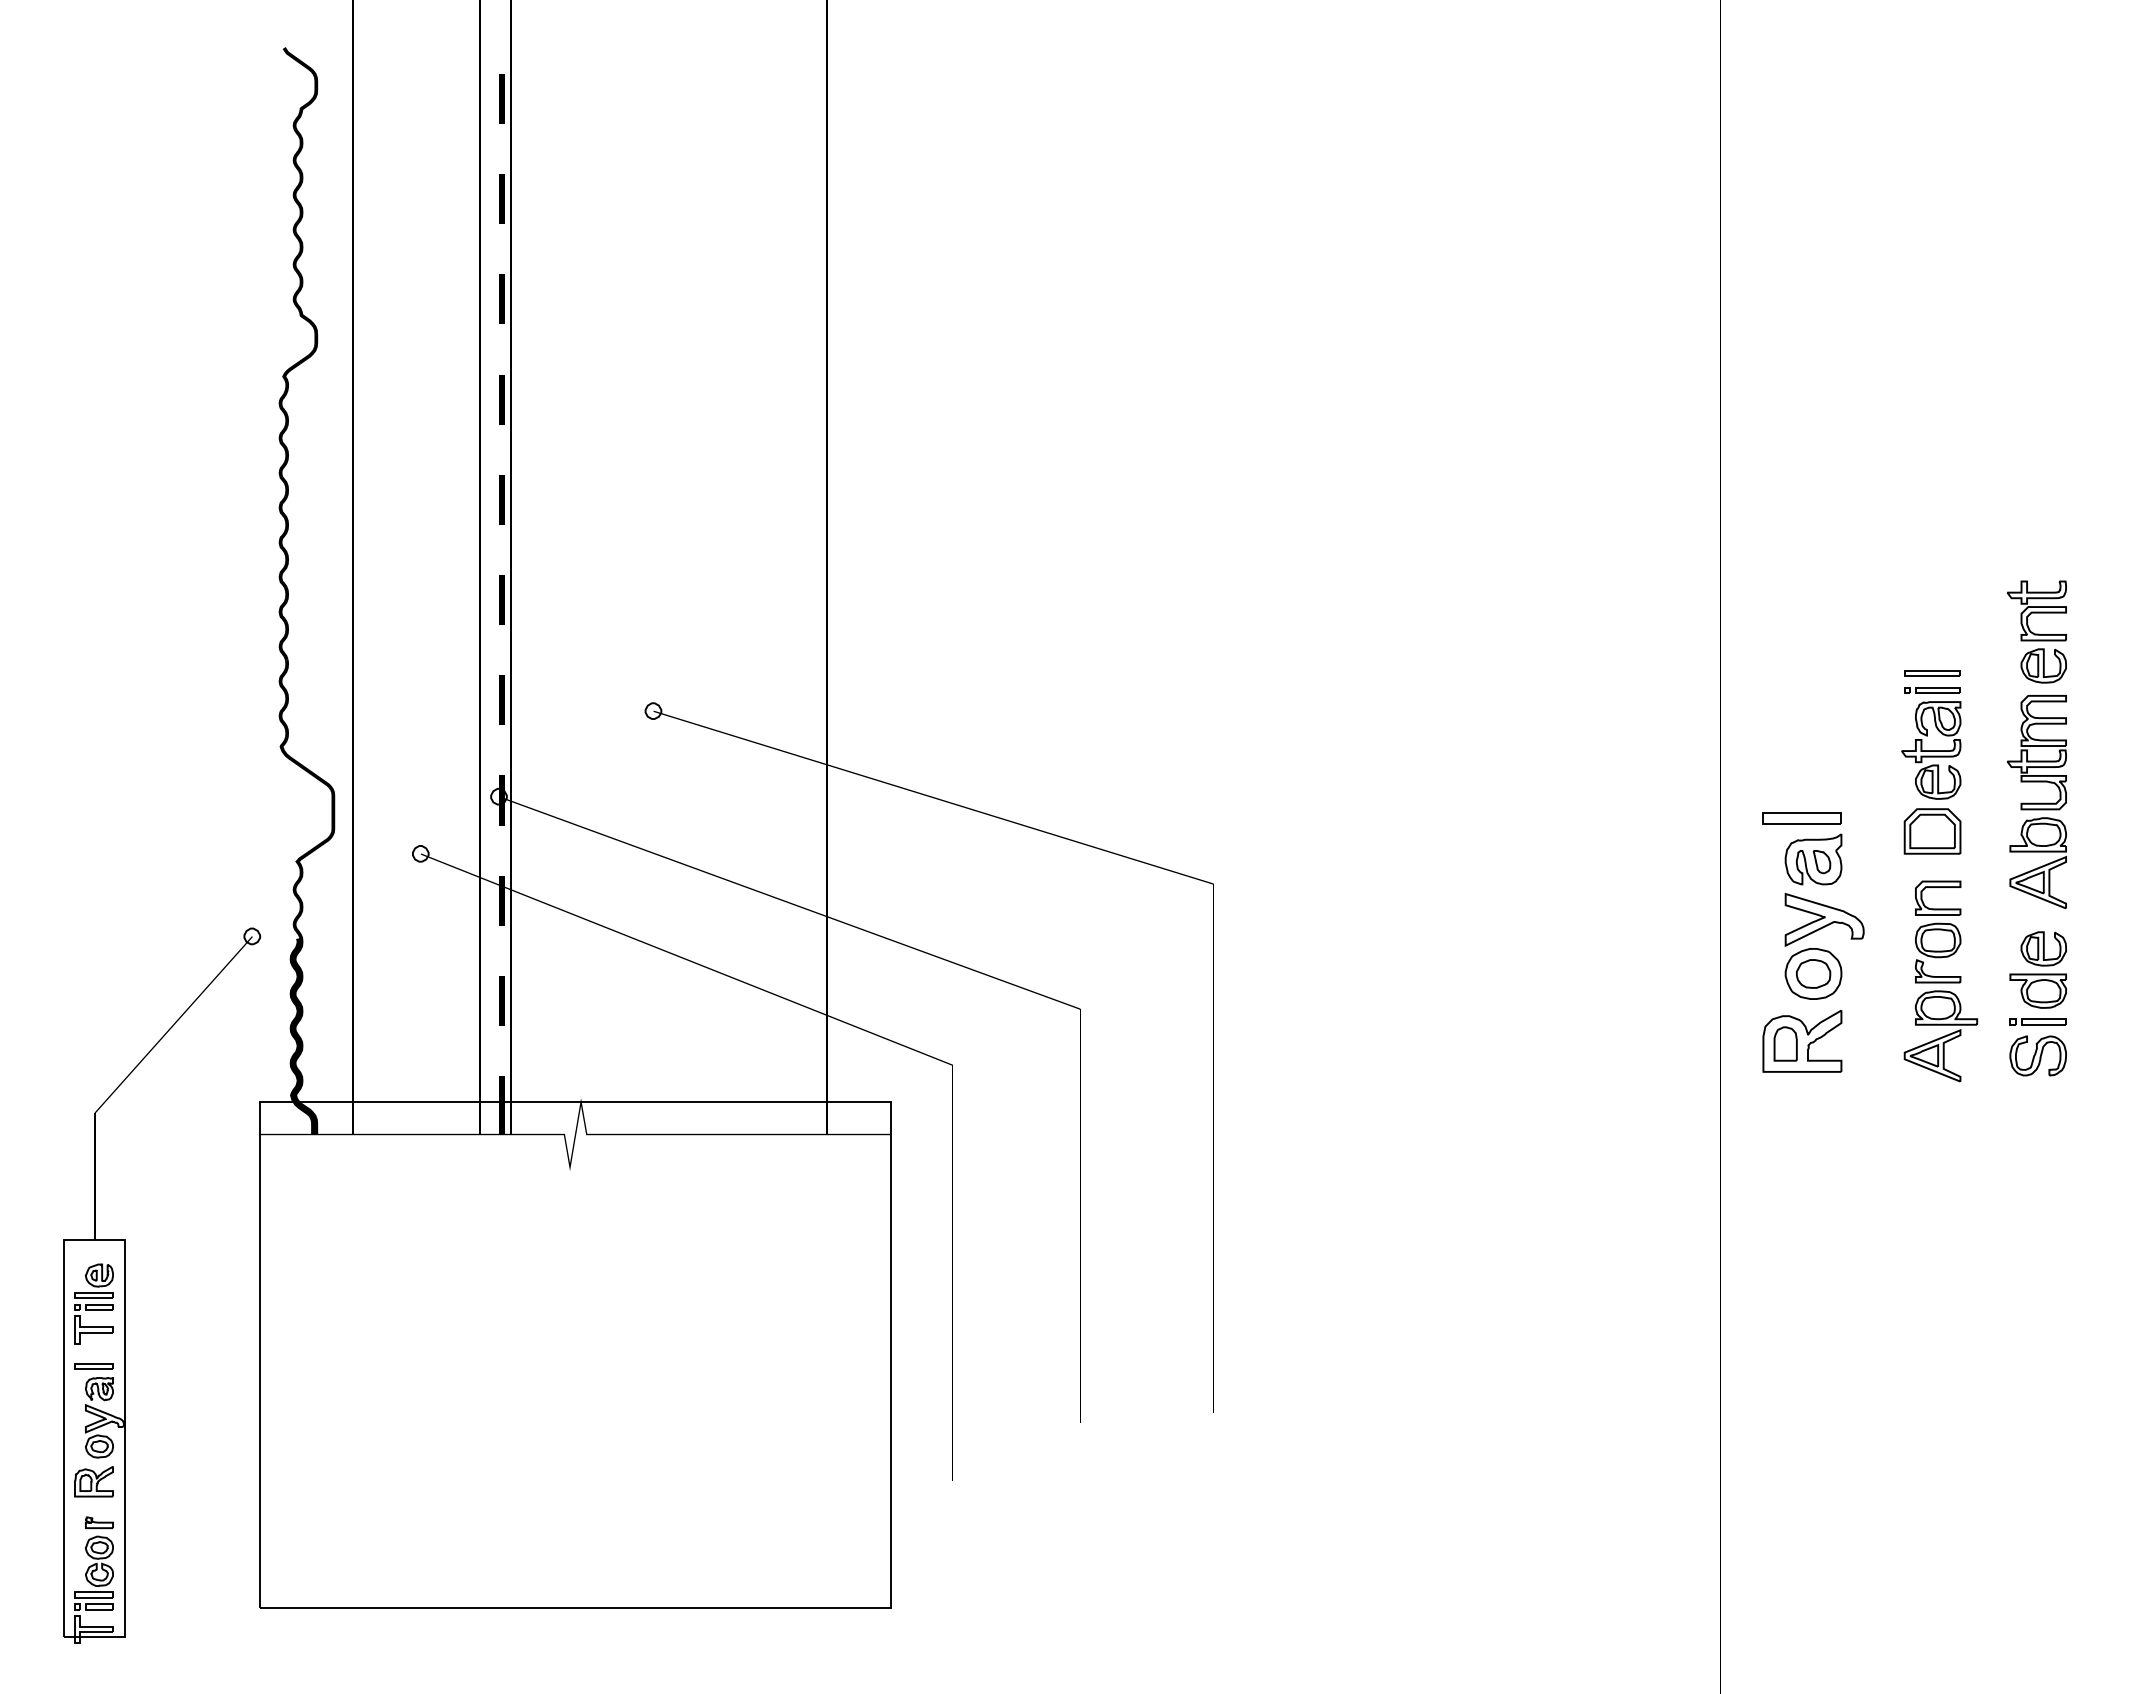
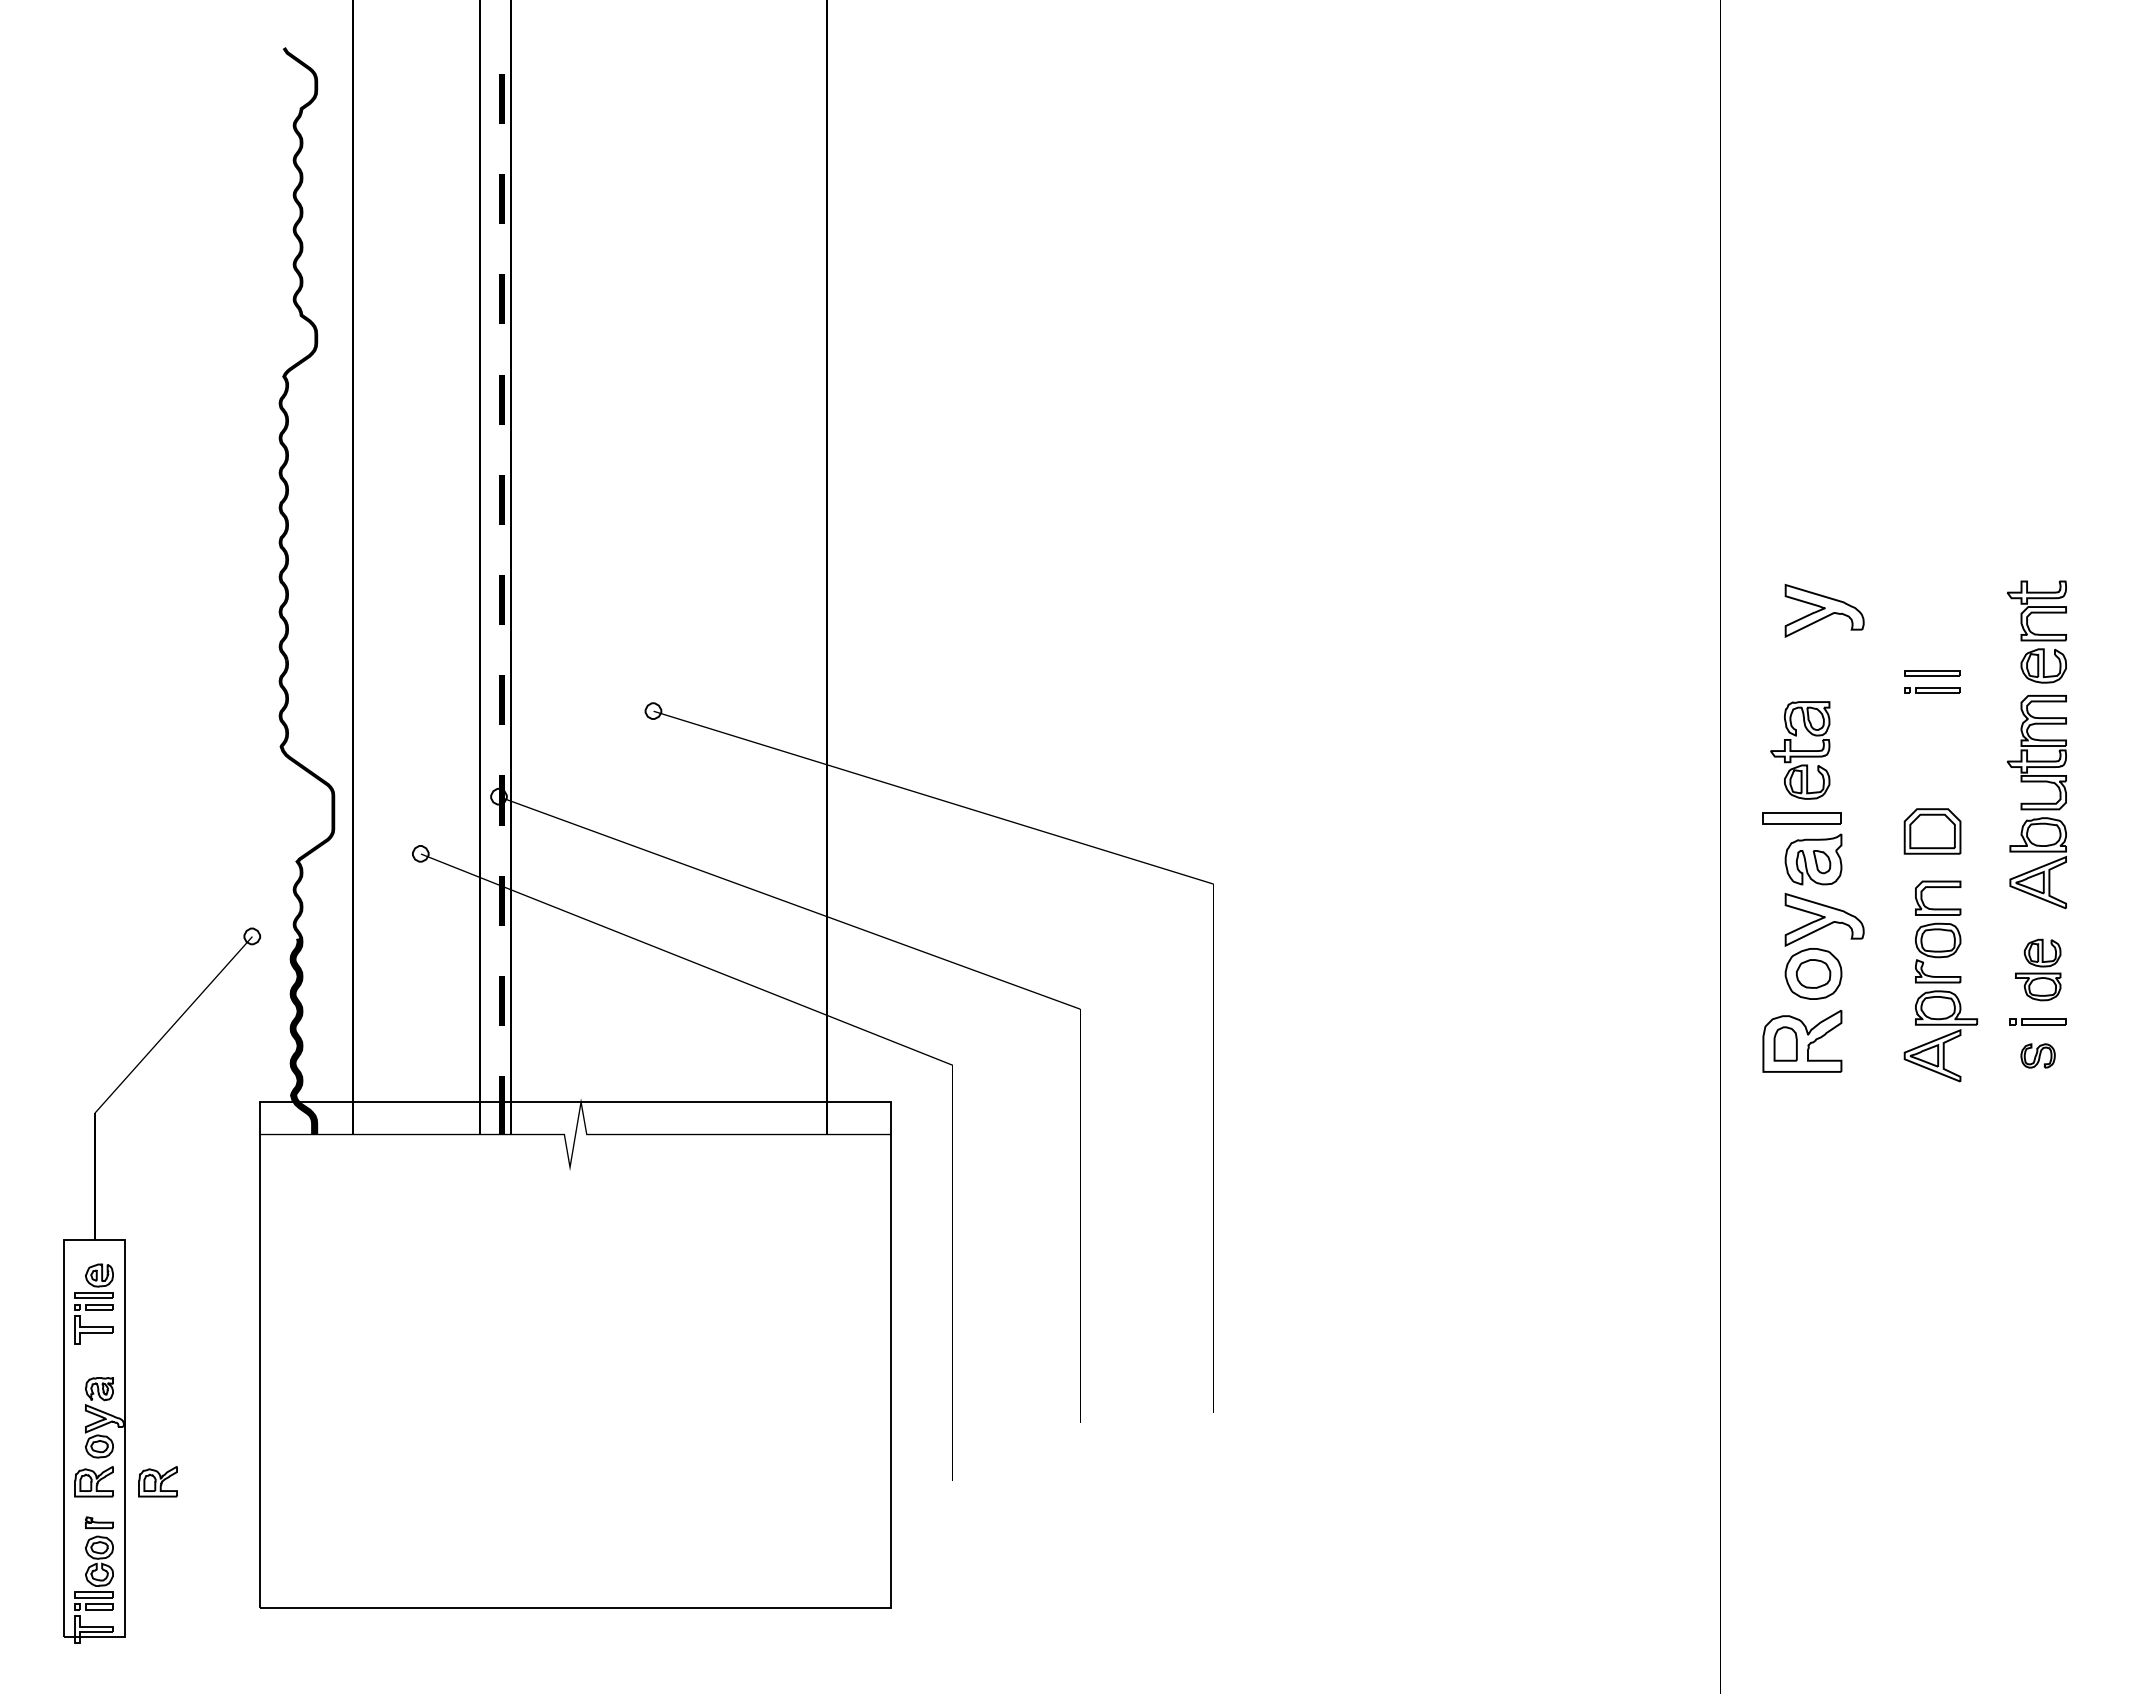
part at (1824, 610): none -> present
part at (1931, 750) position: (1931, 750) -> (1800, 750)
part at (2037, 969) size: 58x78 px -> 47x64 px
part at (2037, 1055) size: 58x42 px -> 36x26 px
part at (93, 1366): present -> none
part at (157, 1481): none -> present
